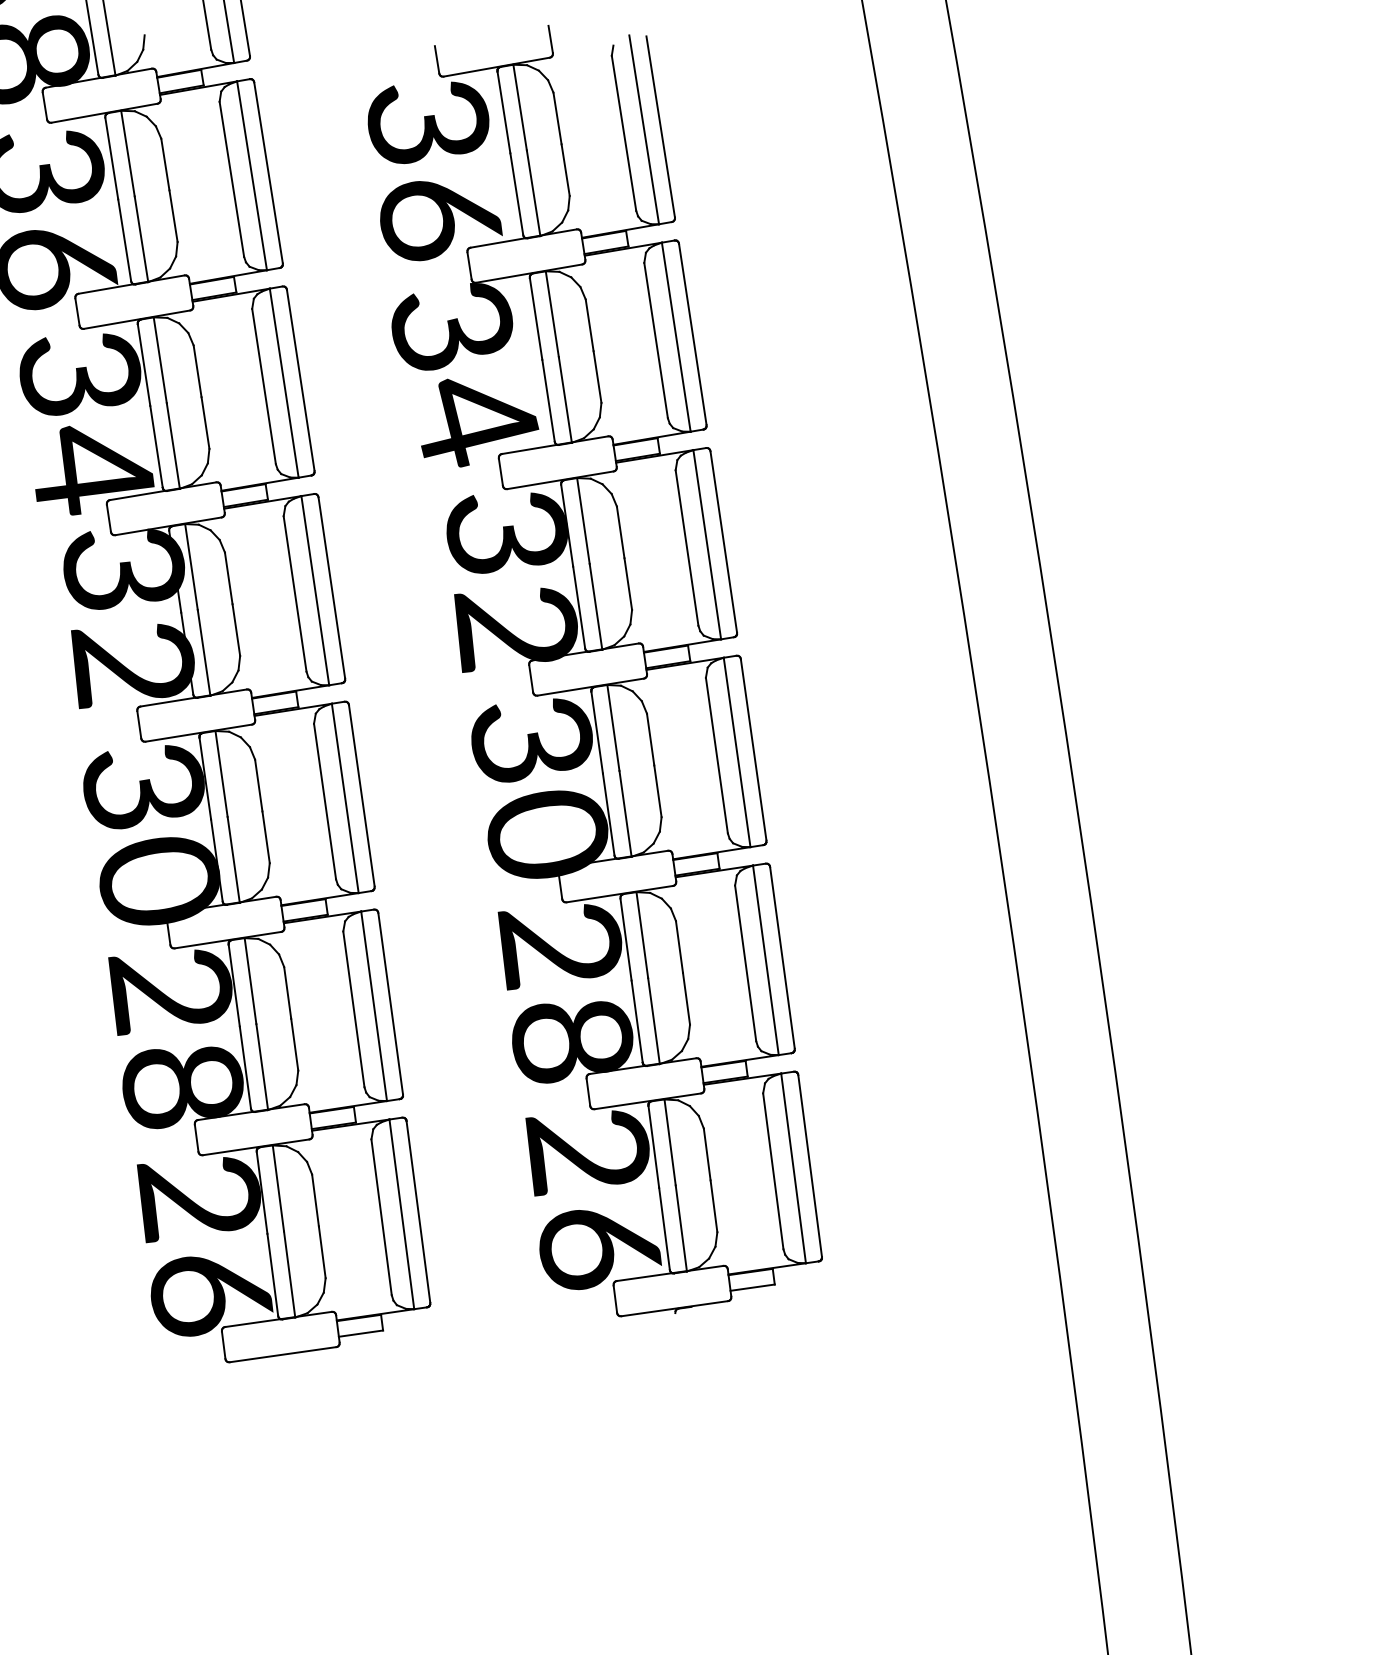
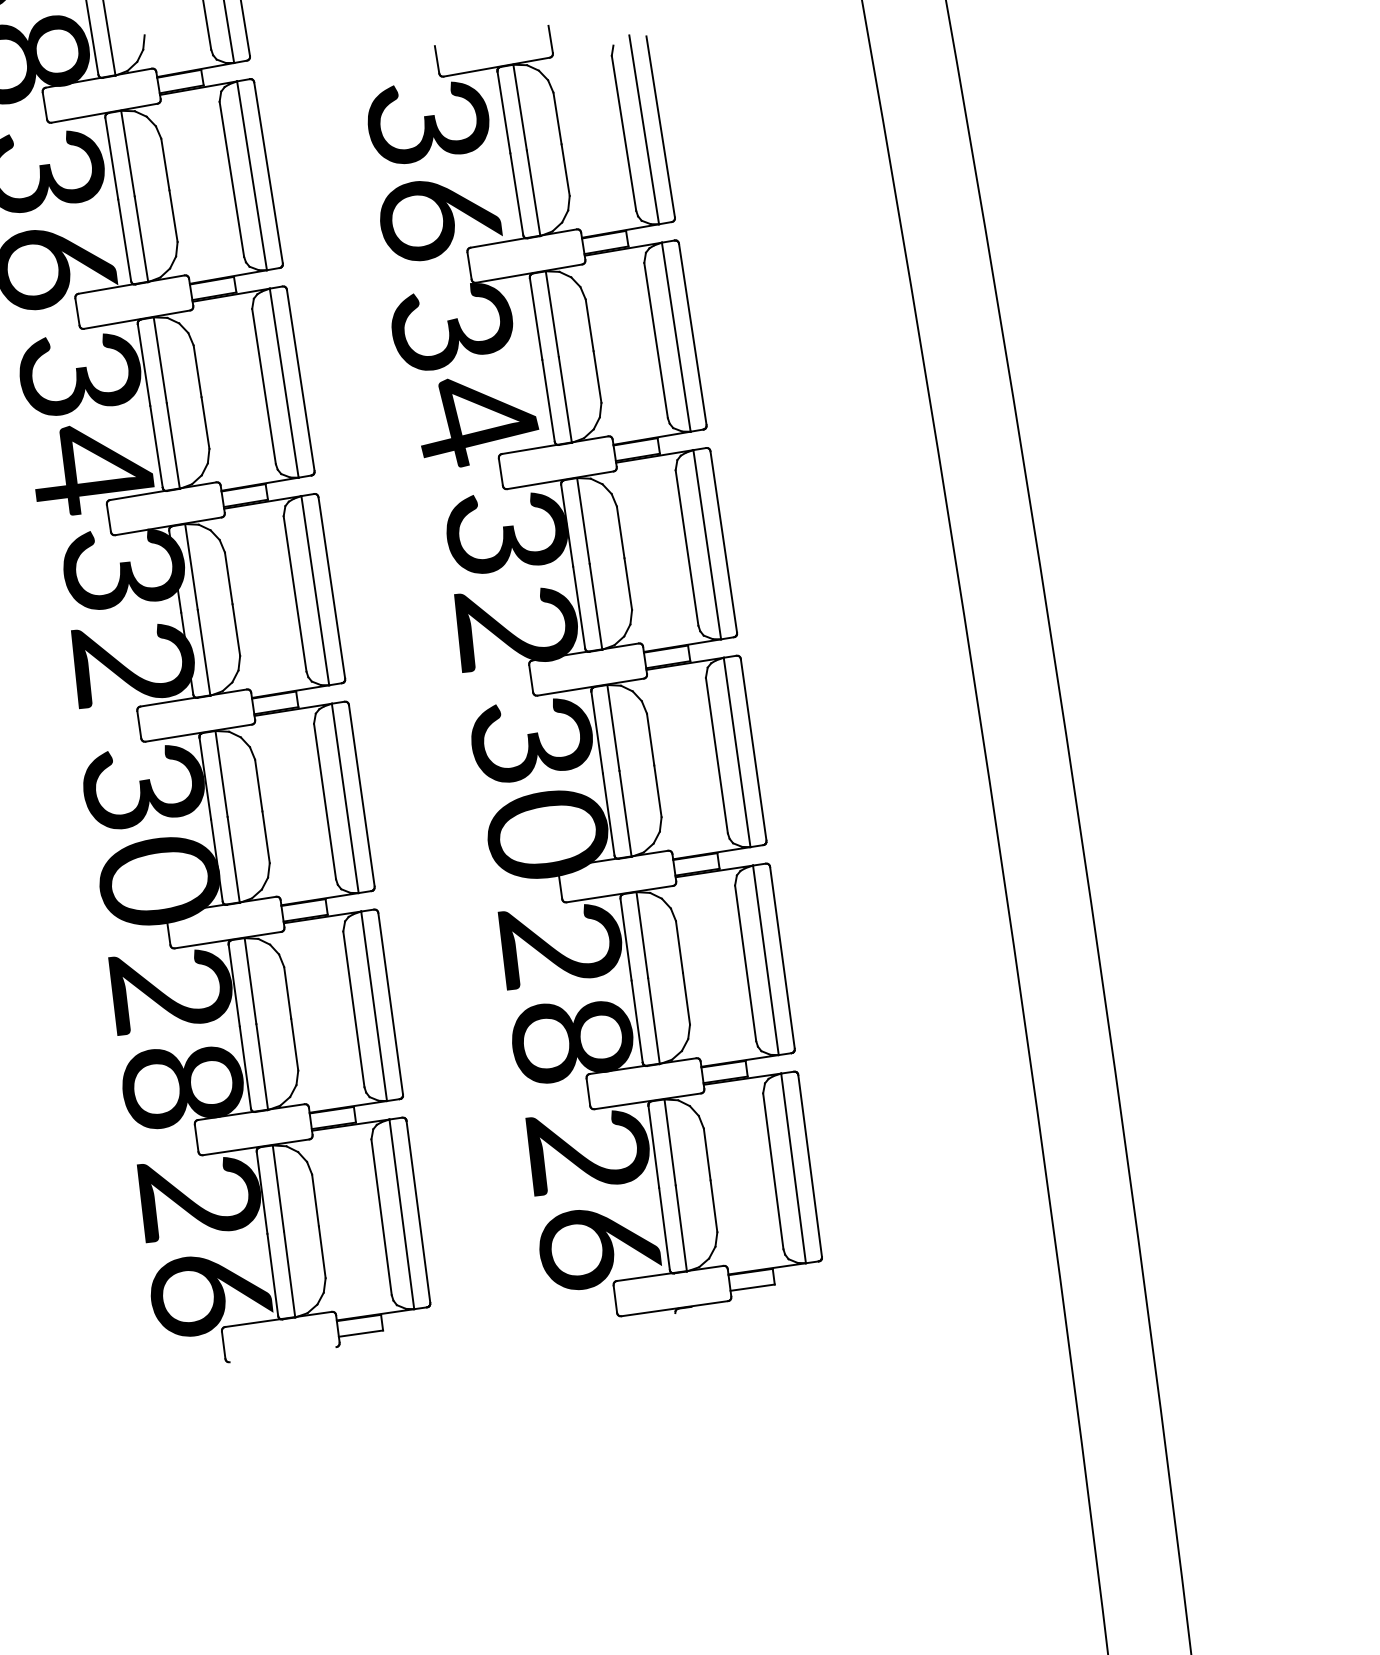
line at (282, 1354): present -> none
